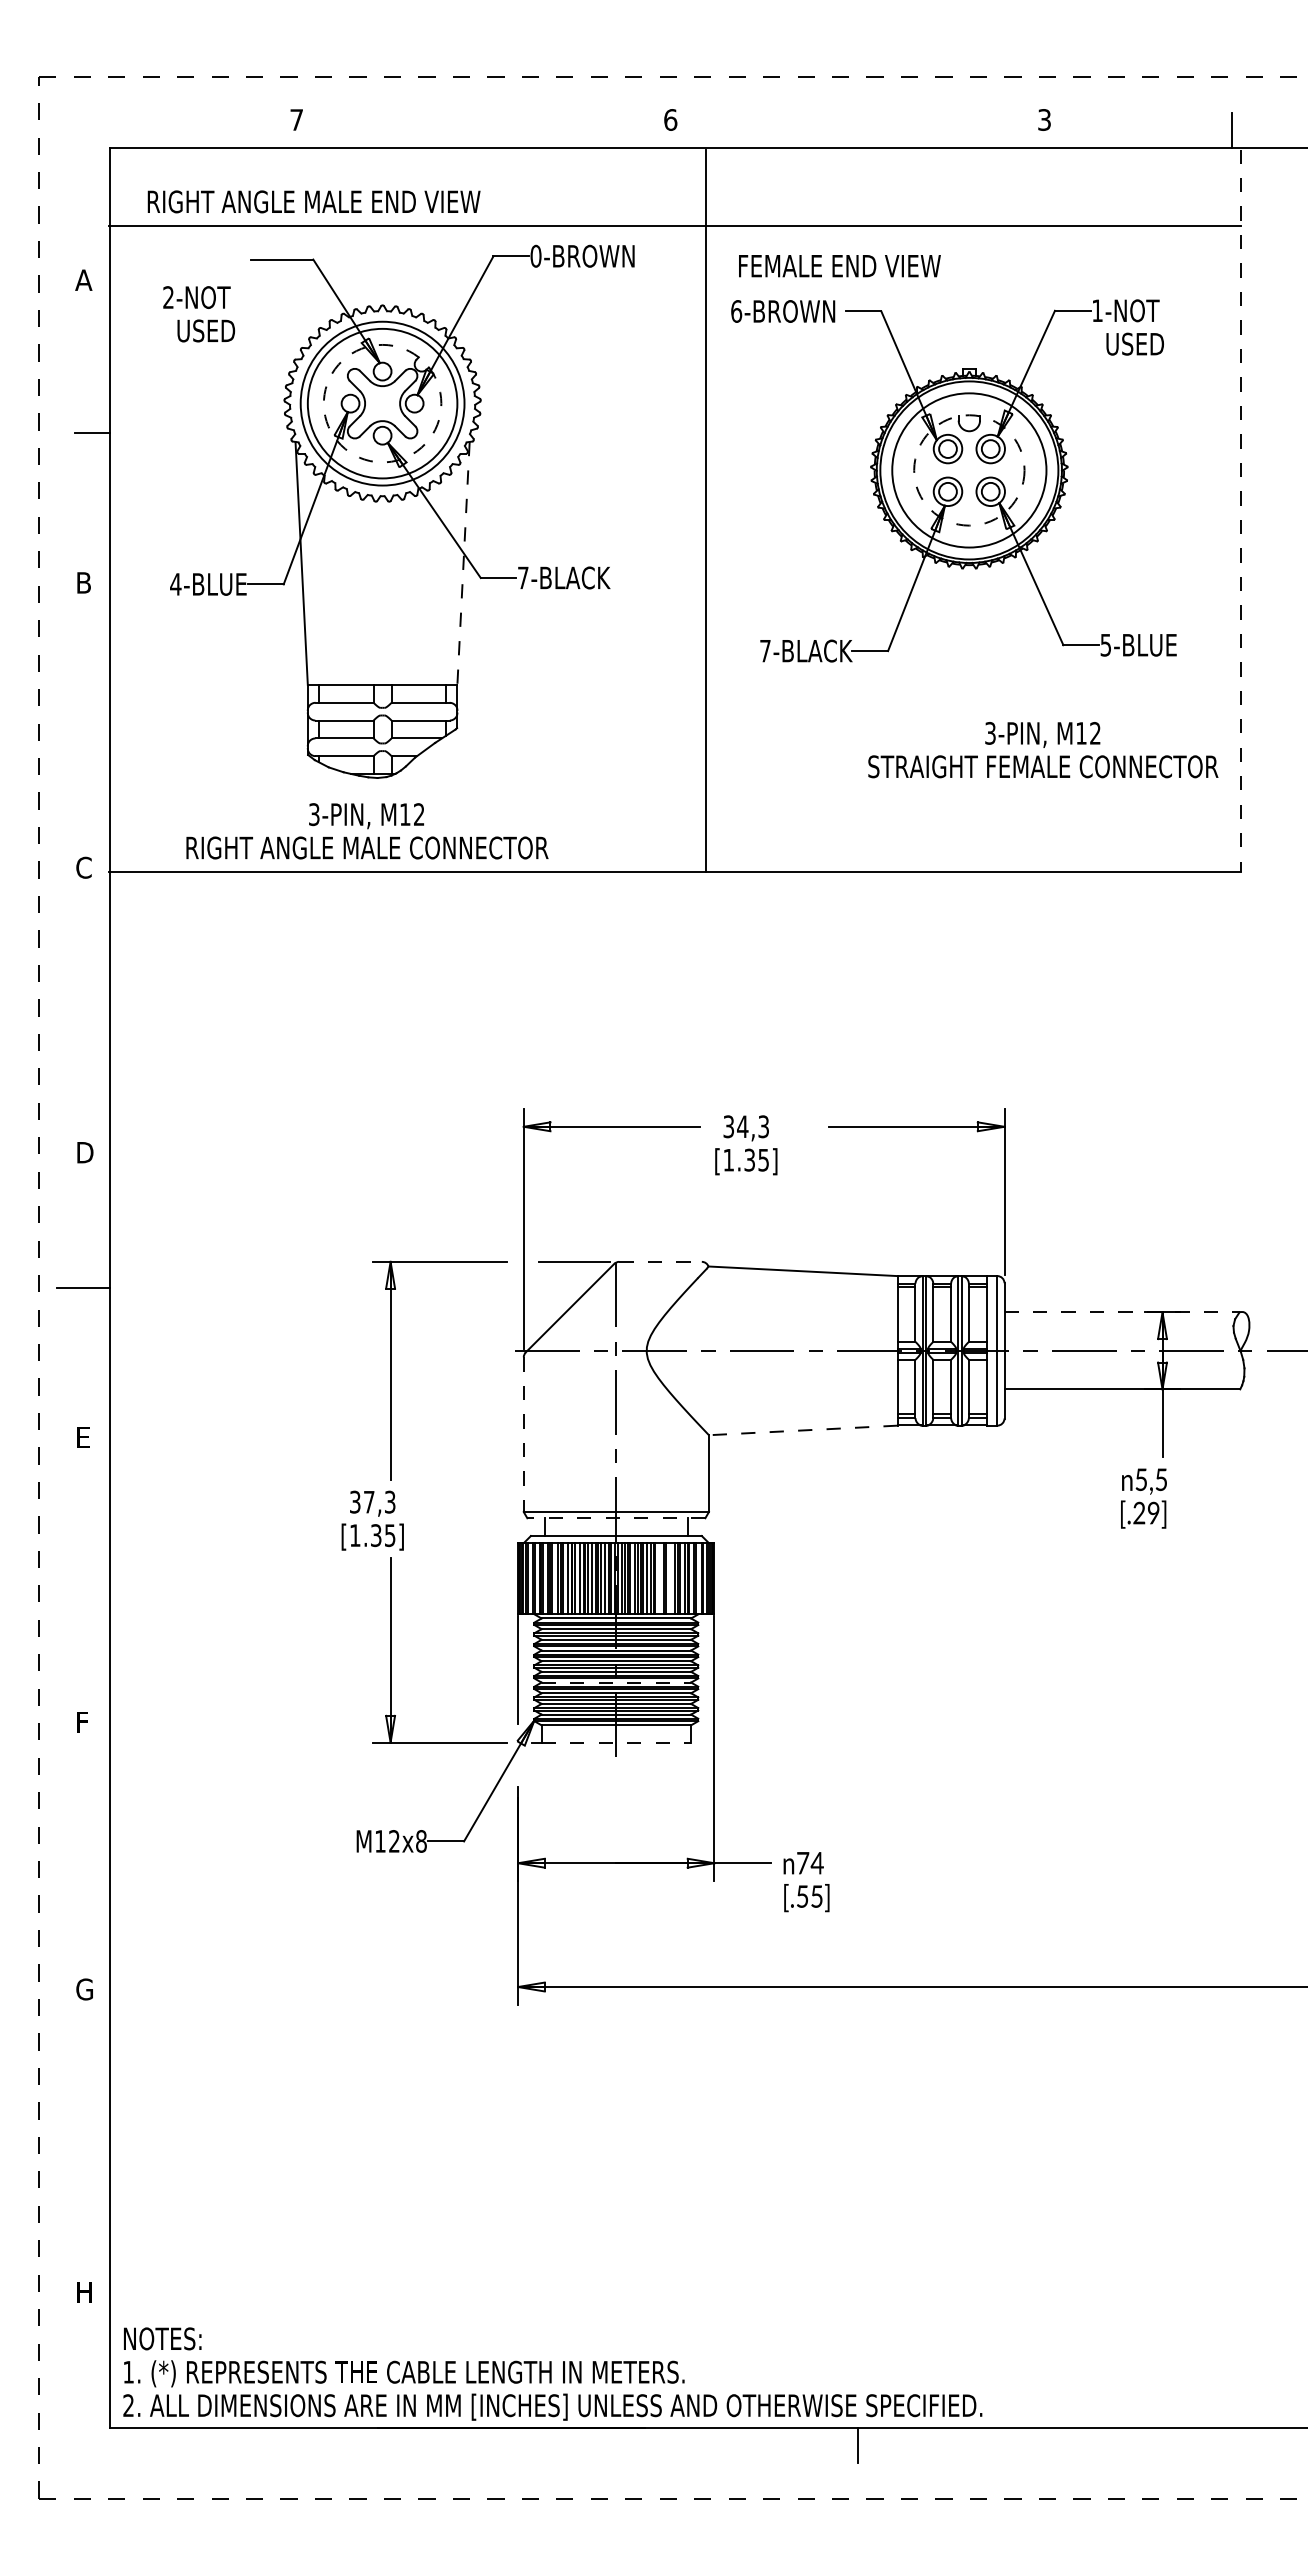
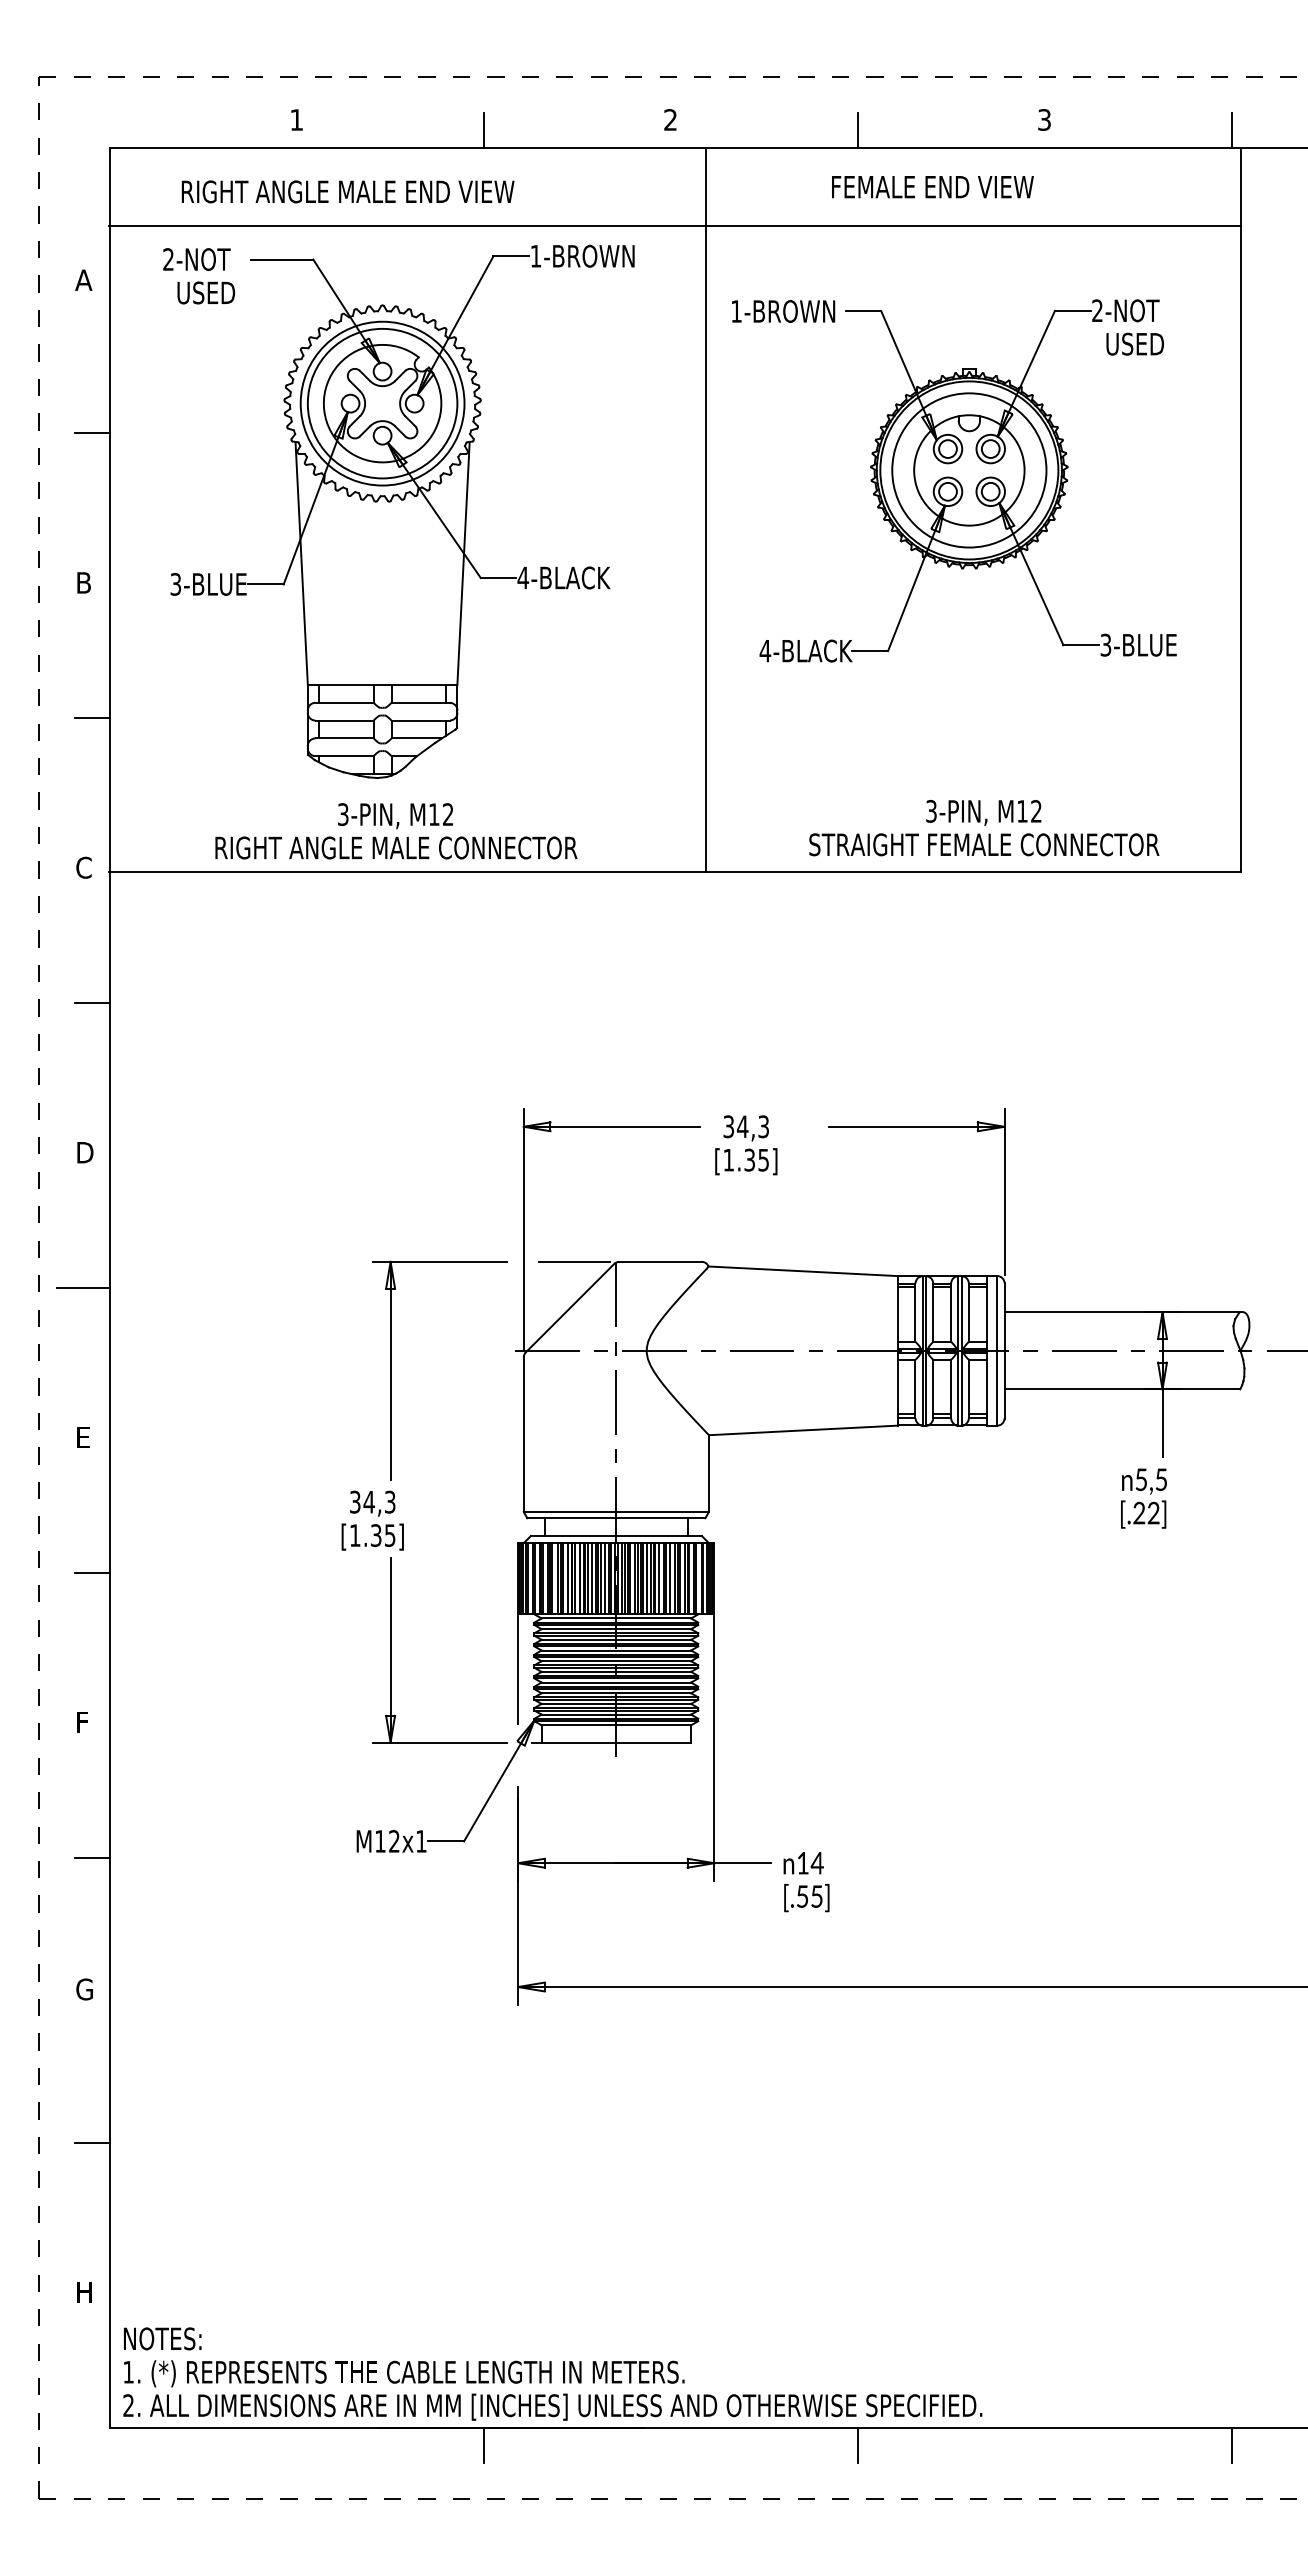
text at (296, 119): 7 -> 1
text at (670, 119): 6 -> 2
line at (484, 130): none -> present
line at (858, 130): none -> present
text at (313, 201) position: (313, 201) -> (347, 191)
text at (535, 255): 0-BROWN -> 1-BROWN
text at (839, 266) position: (839, 266) -> (932, 187)
text at (1097, 310): 1-NOT -> 2-NOT
text at (736, 311): 6-BROWN -> 1-BROWN
text at (199, 314) position: (199, 314) -> (199, 276)
arc at (341, 445): dashed -> solid
circle at (969, 470): dashed -> solid
line at (1240, 511): dashed -> solid
line at (463, 563): dashed -> solid
text at (523, 577): 7-BLACK -> 4-BLACK
text at (175, 584): 4-BLUE -> 3-BLUE
text at (1106, 644): 5-BLUE -> 3-BLUE
text at (765, 651): 7-BLACK -> 4-BLACK
line at (92, 718): none -> present
text at (1043, 750) position: (1043, 750) -> (984, 828)
text at (367, 831) position: (367, 831) -> (396, 831)
line at (92, 1003): none -> present
line at (661, 1261): dashed -> solid
line at (1122, 1312): dashed -> solid
line at (802, 1430): dashed -> solid
line at (523, 1435): dashed -> solid
text at (368, 1502): 37,3 -> 34,3
text at (1153, 1513): [.29] -> [.22]
line at (615, 1518): dashed -> solid
line at (92, 1572): none -> present
line at (658, 1578): none -> present
line at (669, 1578): none -> present
line at (616, 1682): dashed -> solid
line at (616, 1742): dashed -> solid
text at (421, 1841): M12x8 -> M12x1
line at (92, 1857): none -> present
text at (803, 1863): 74 -> 14
line at (92, 2142): none -> present
line at (484, 2445): none -> present
line at (1232, 2445): none -> present
